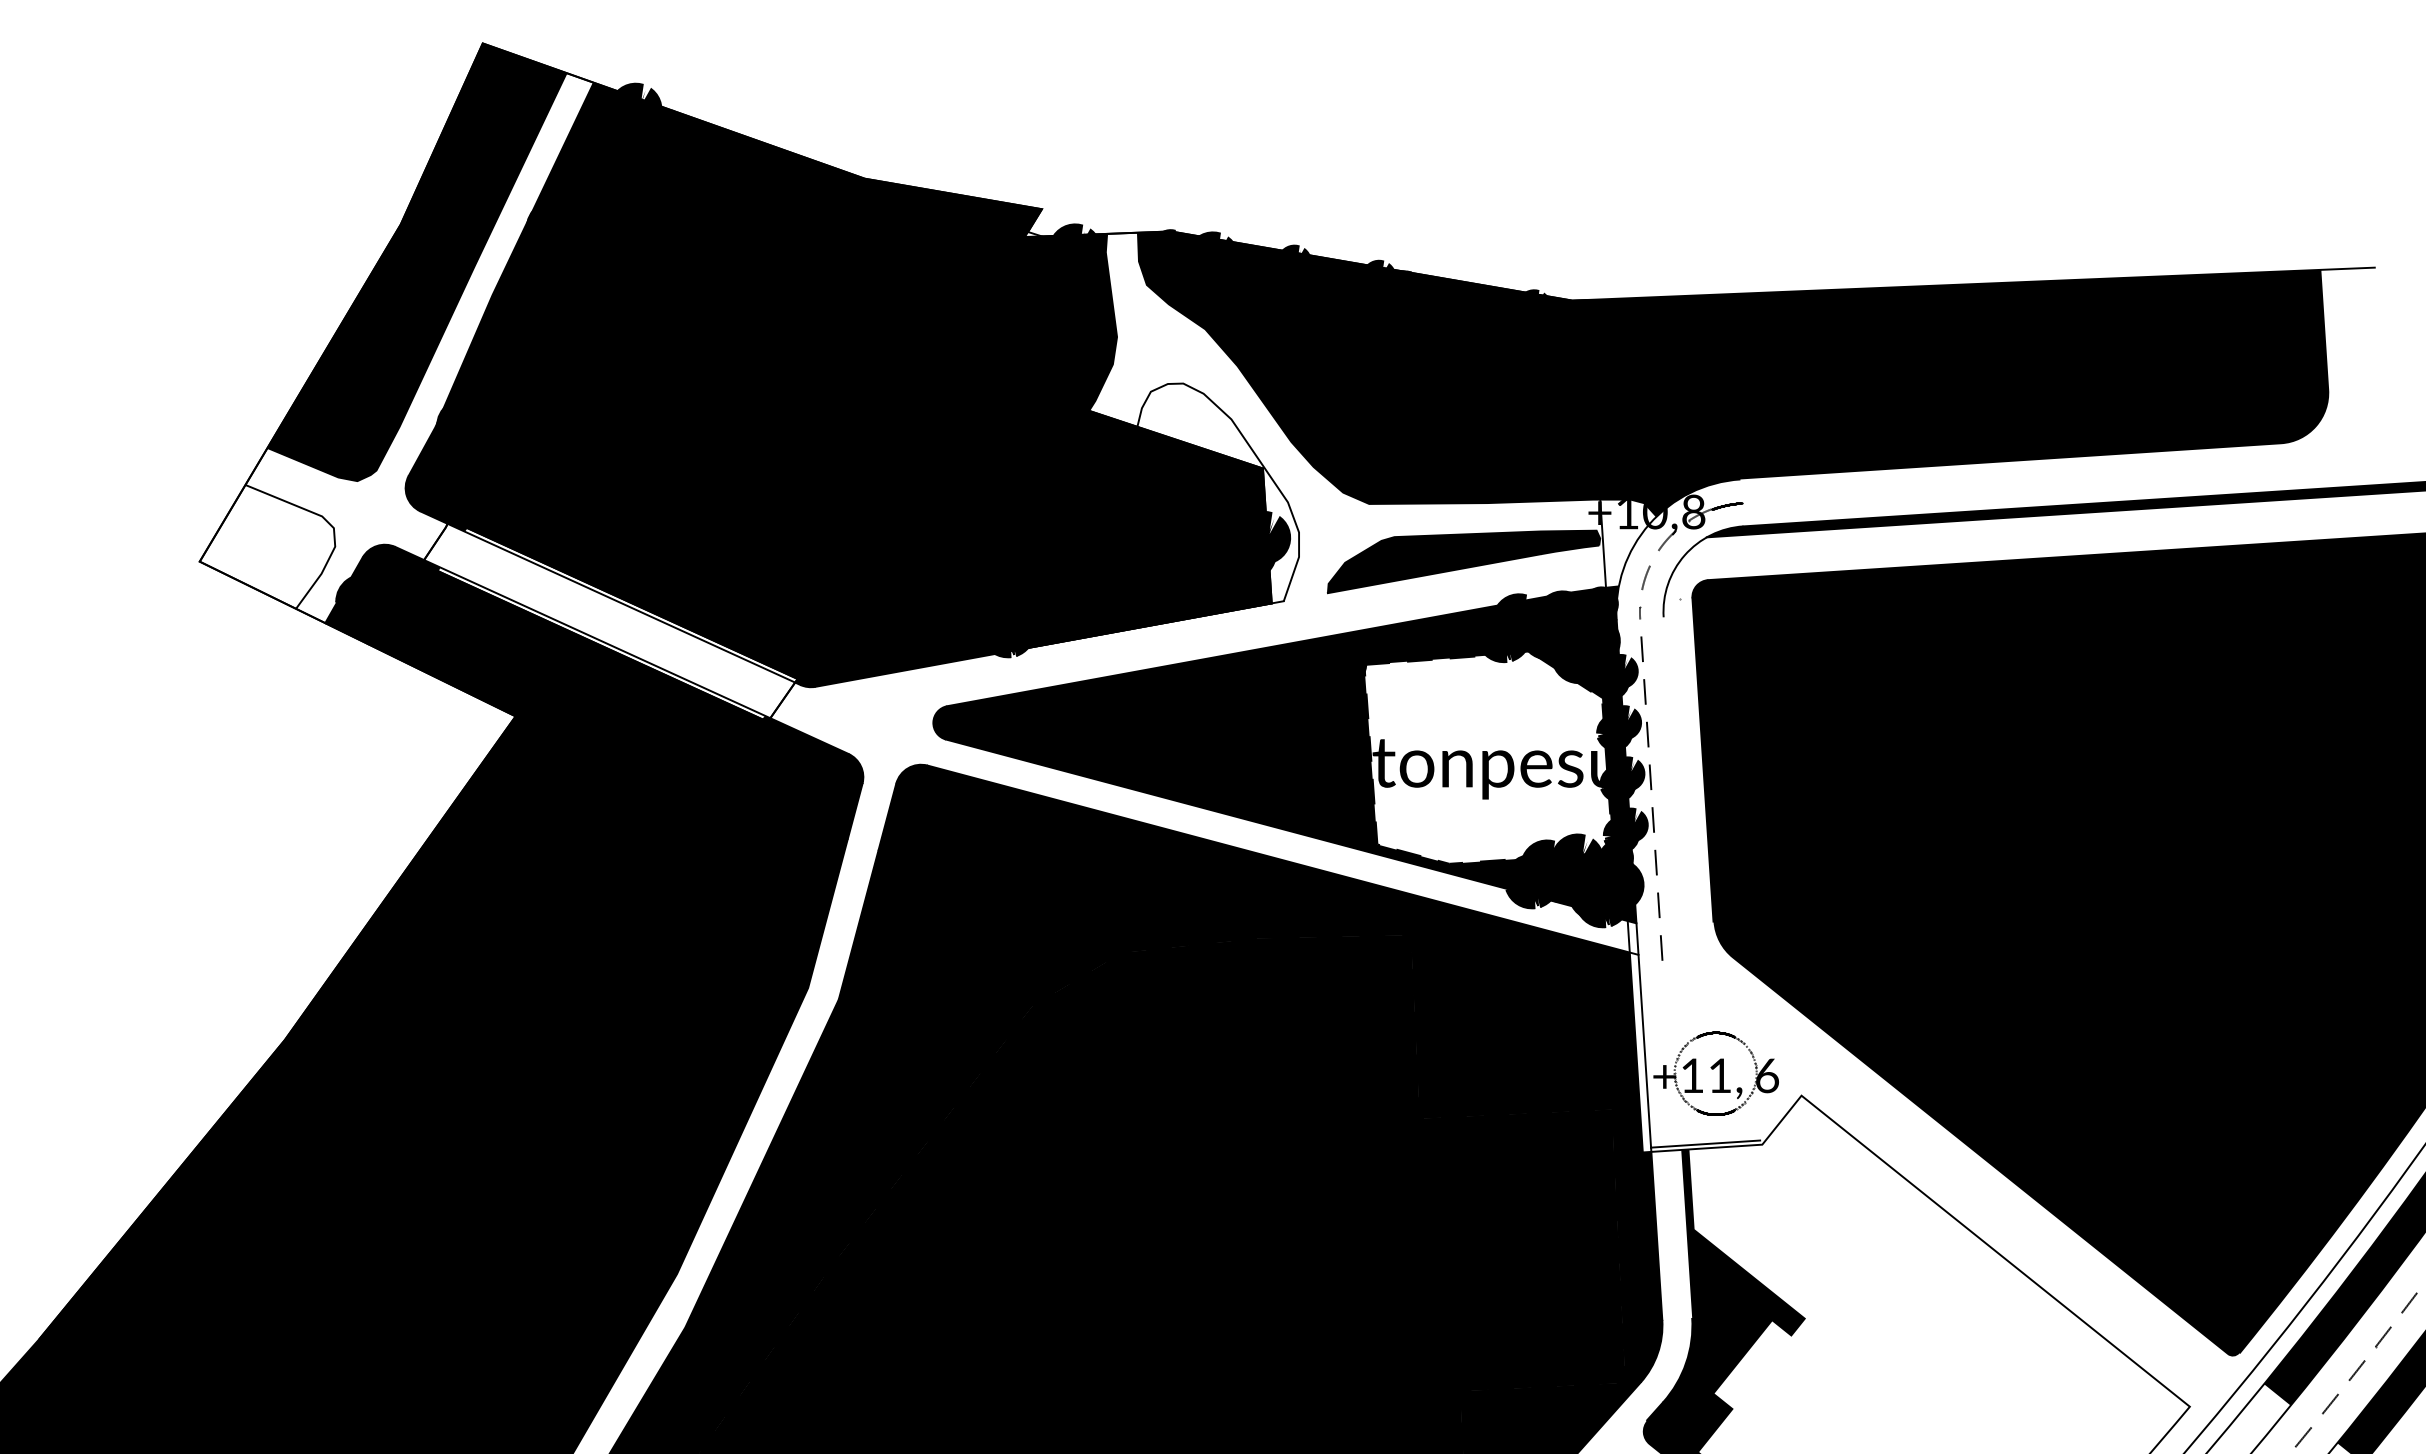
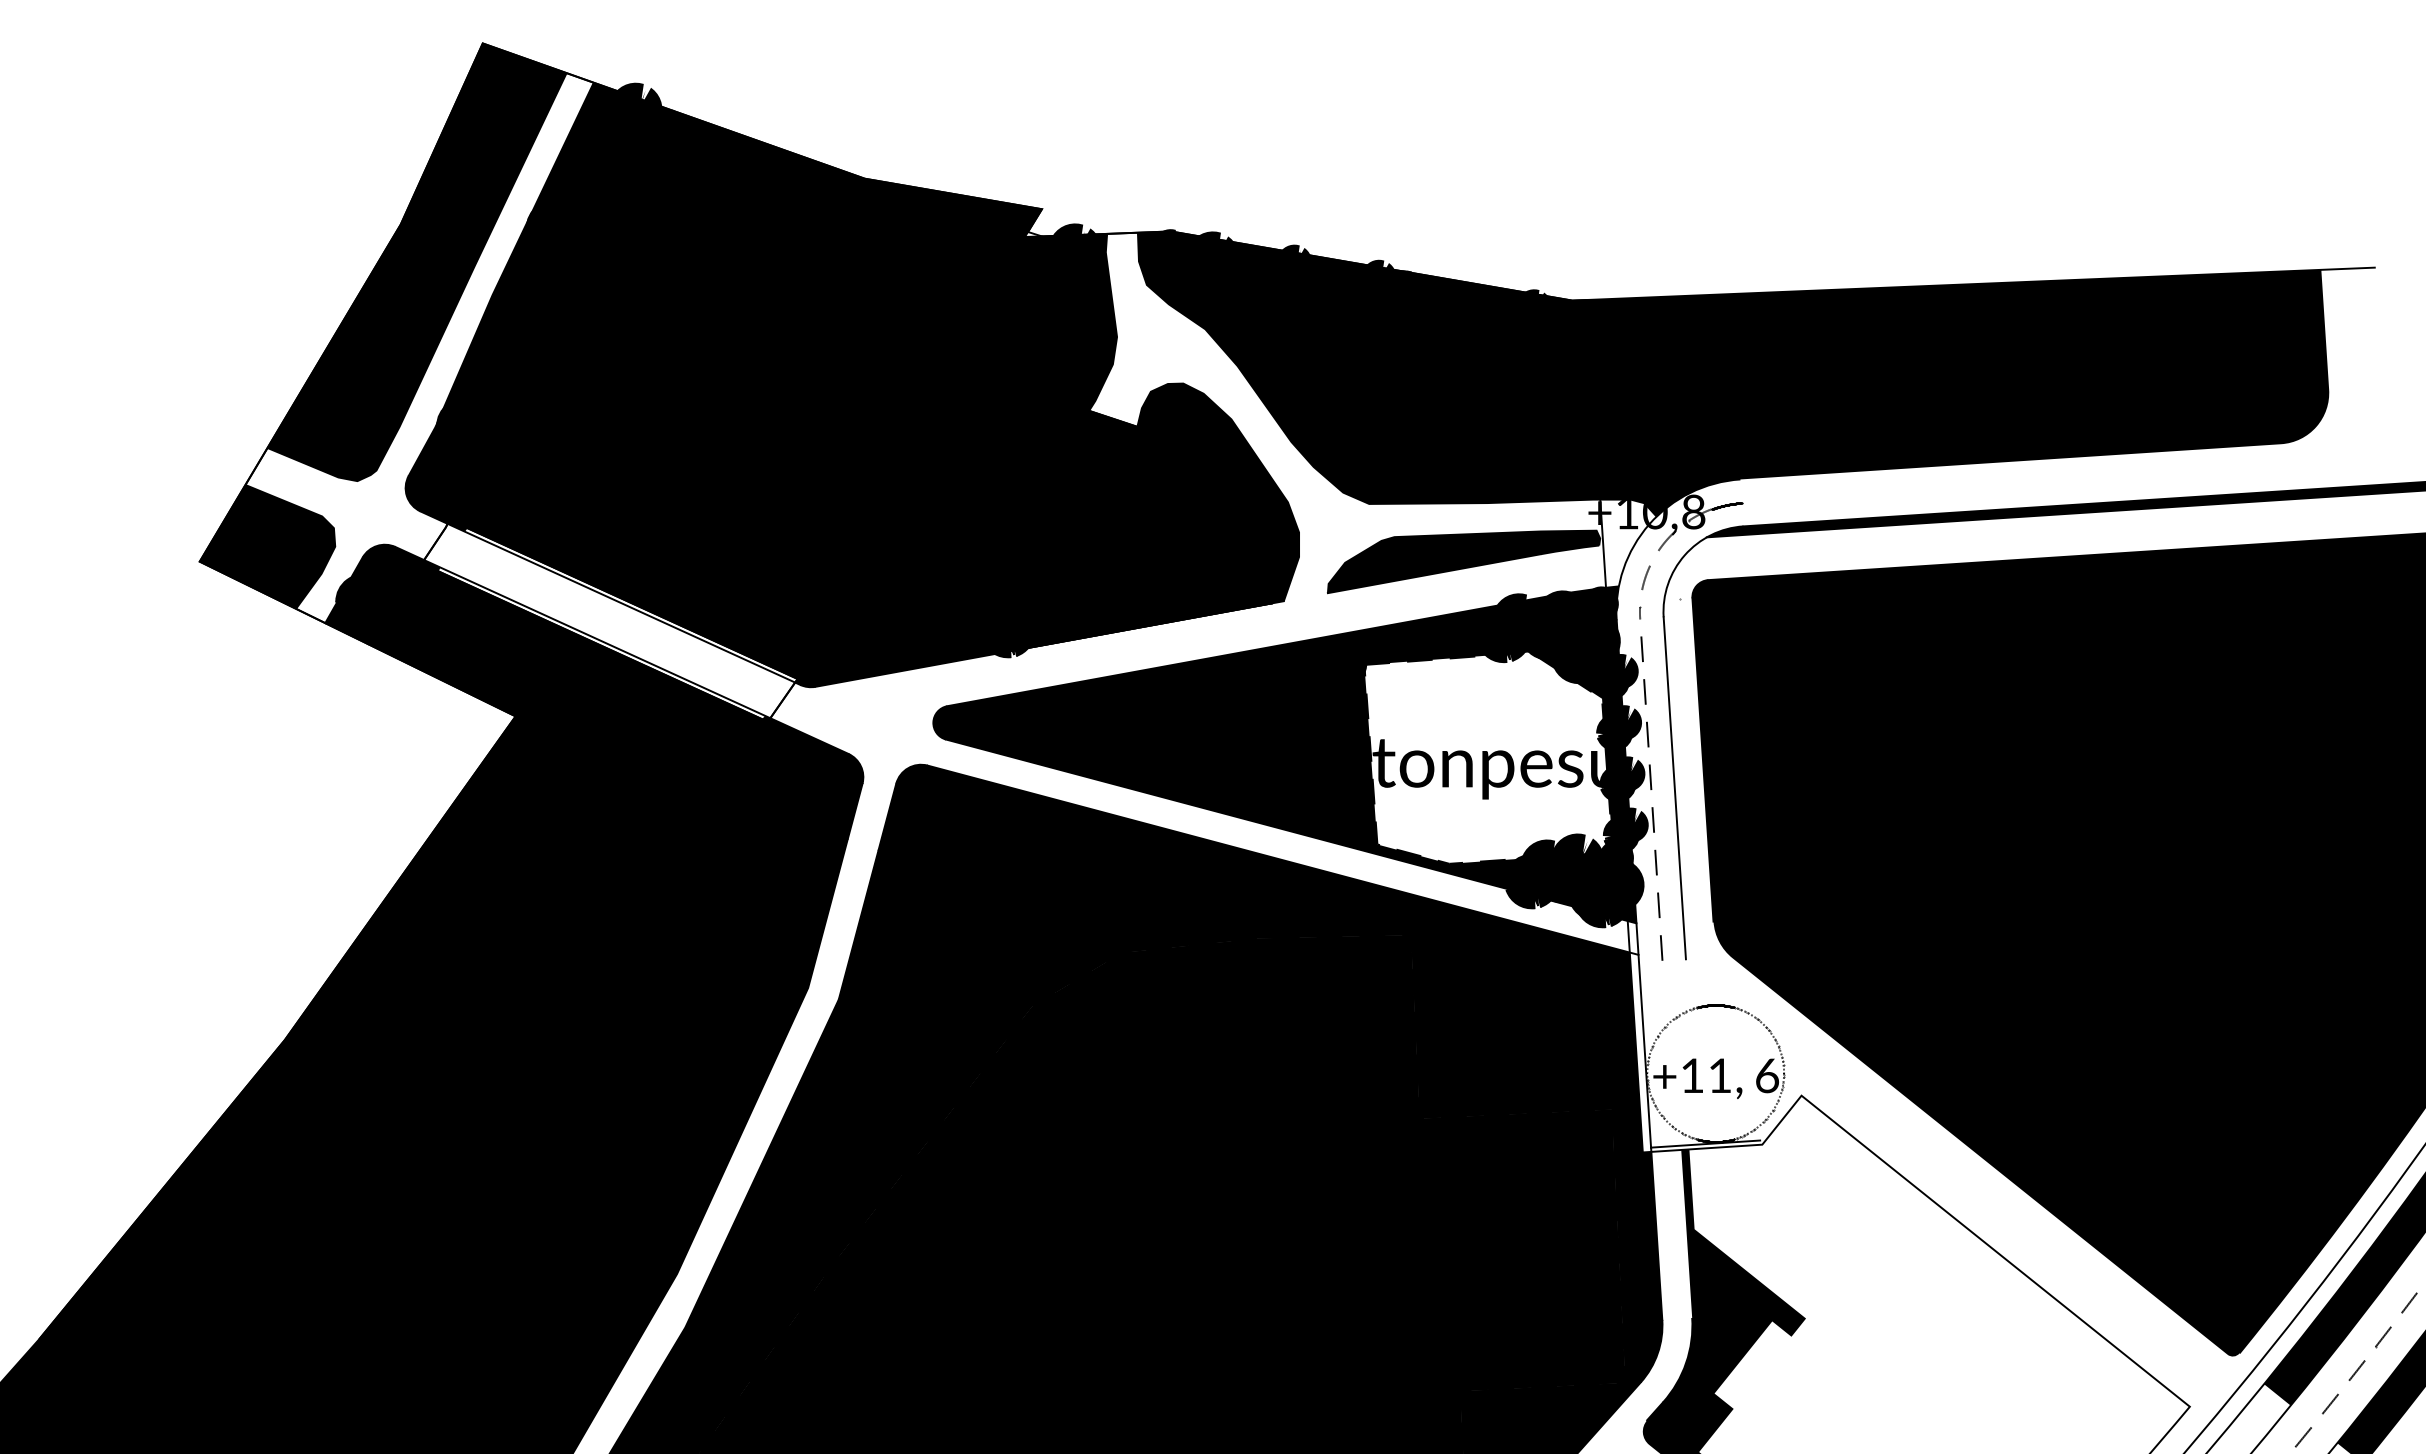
fill at (1218, 493): none -> present
fill at (267, 546): none -> present
line at (1674, 788): none -> present
circle at (1715, 1073) diameter: 82 px -> 137 px
